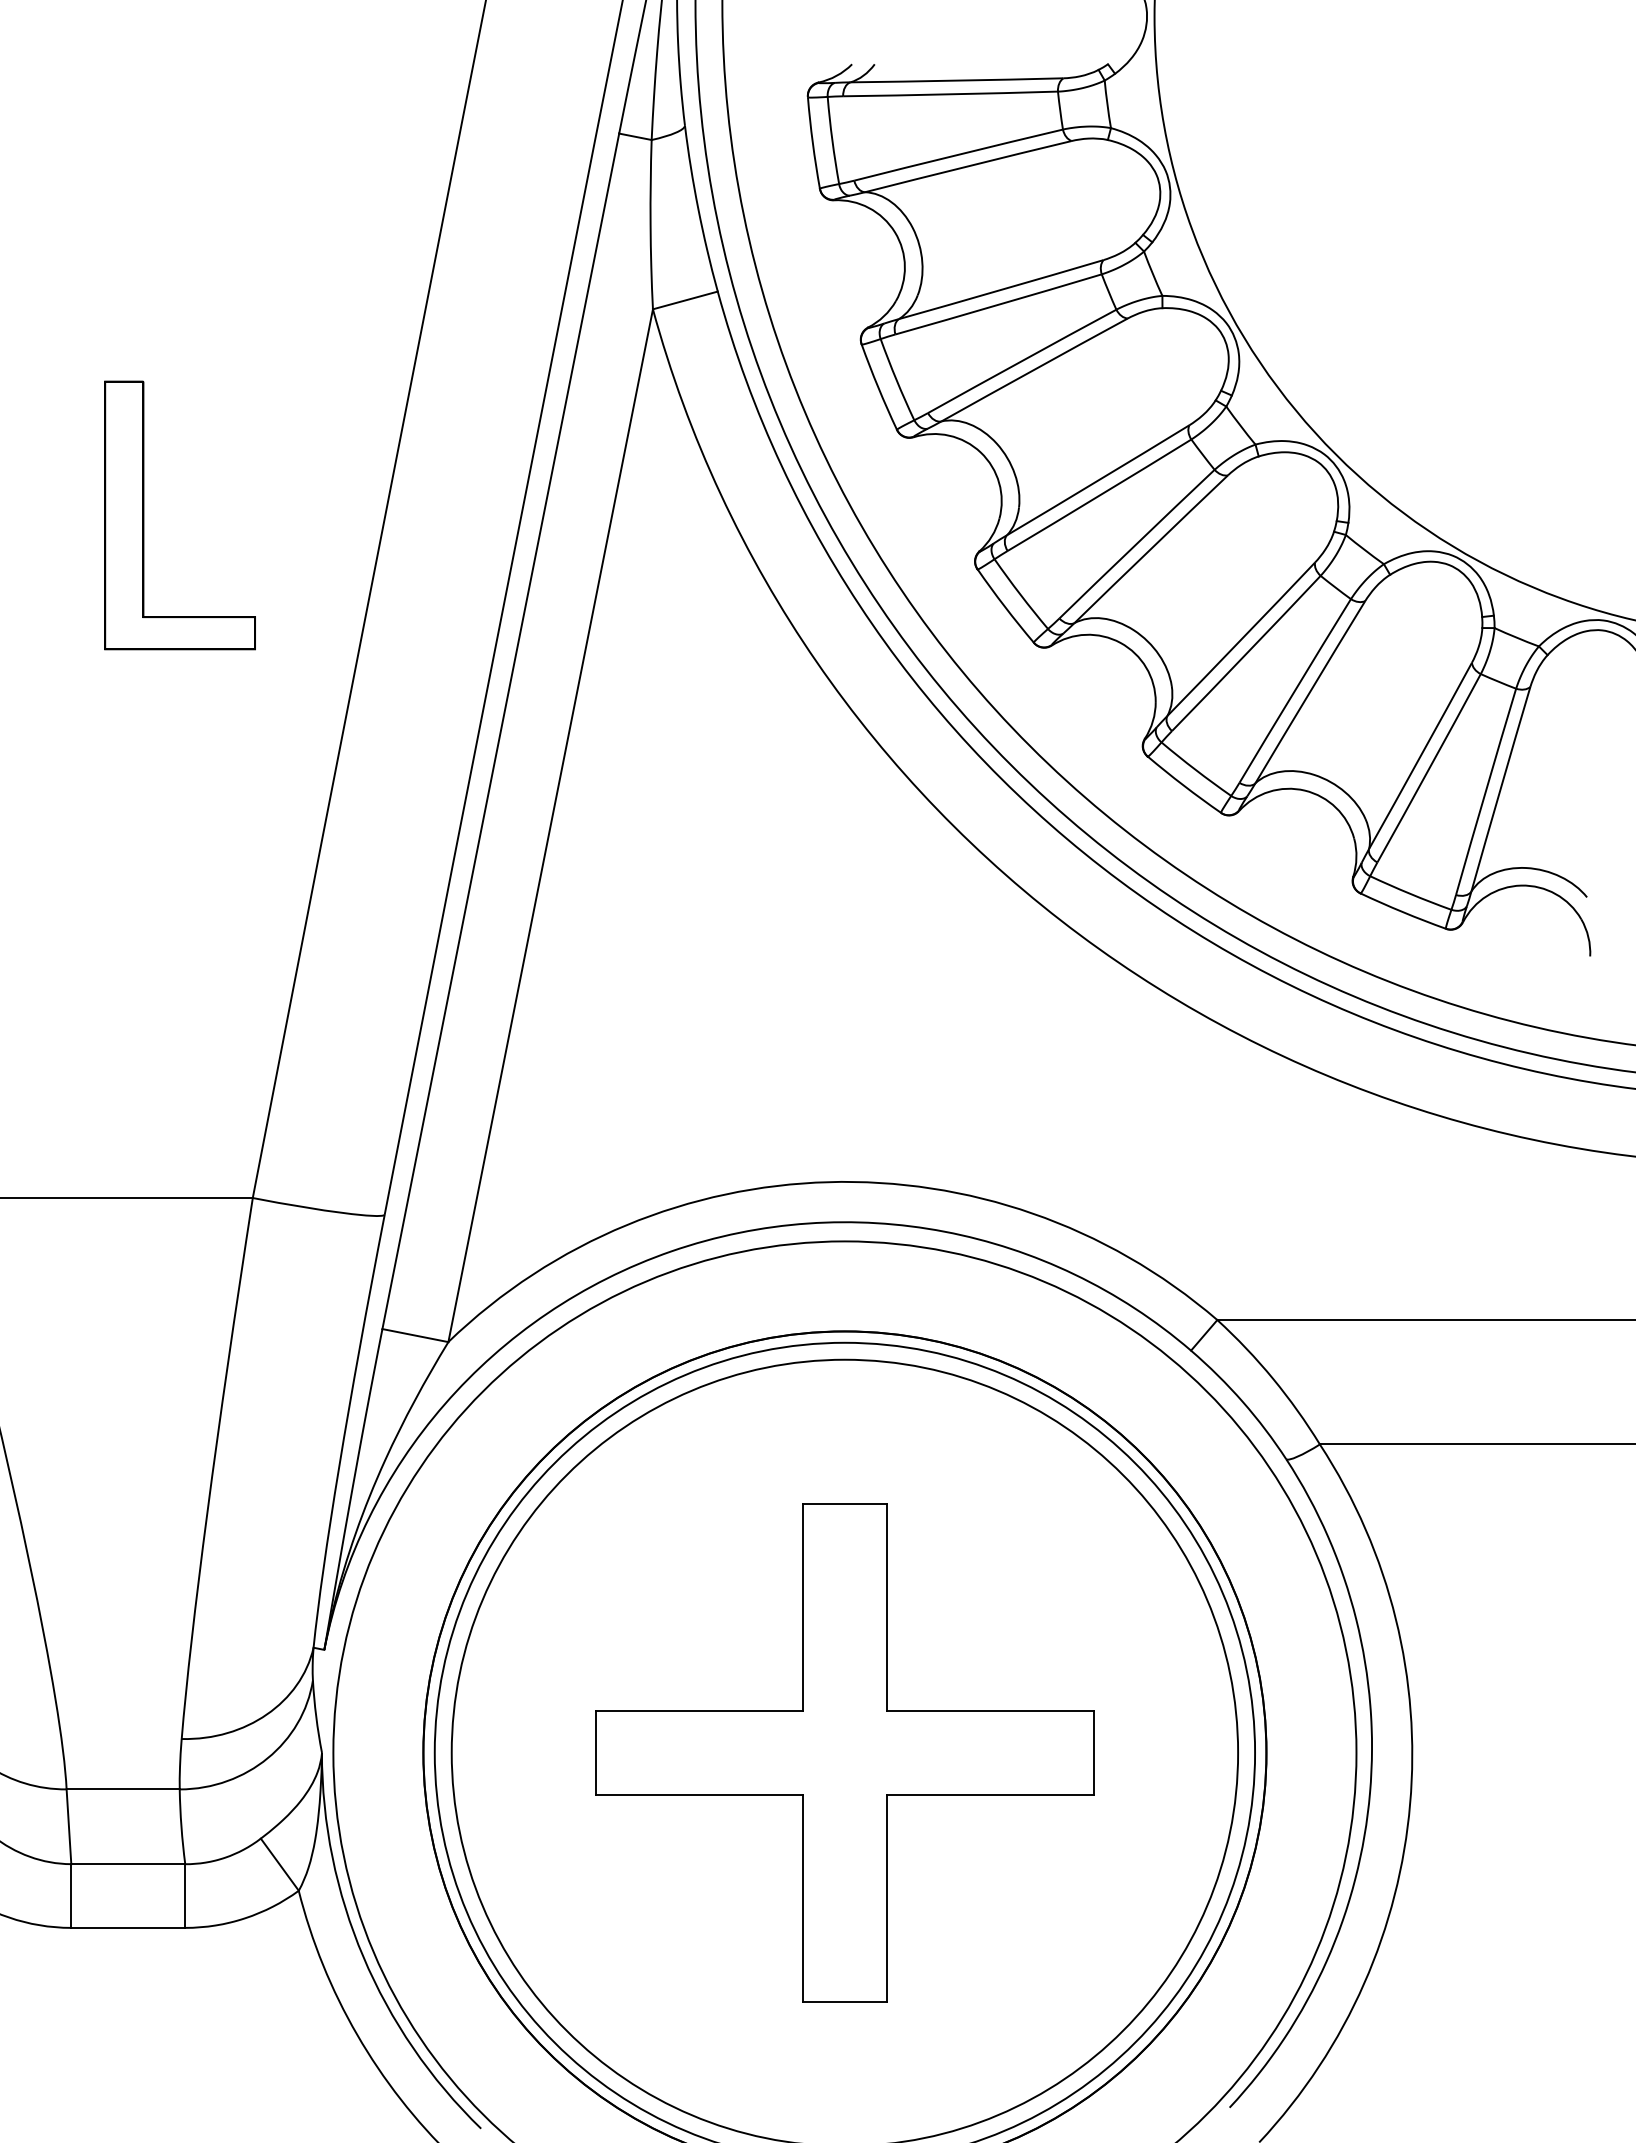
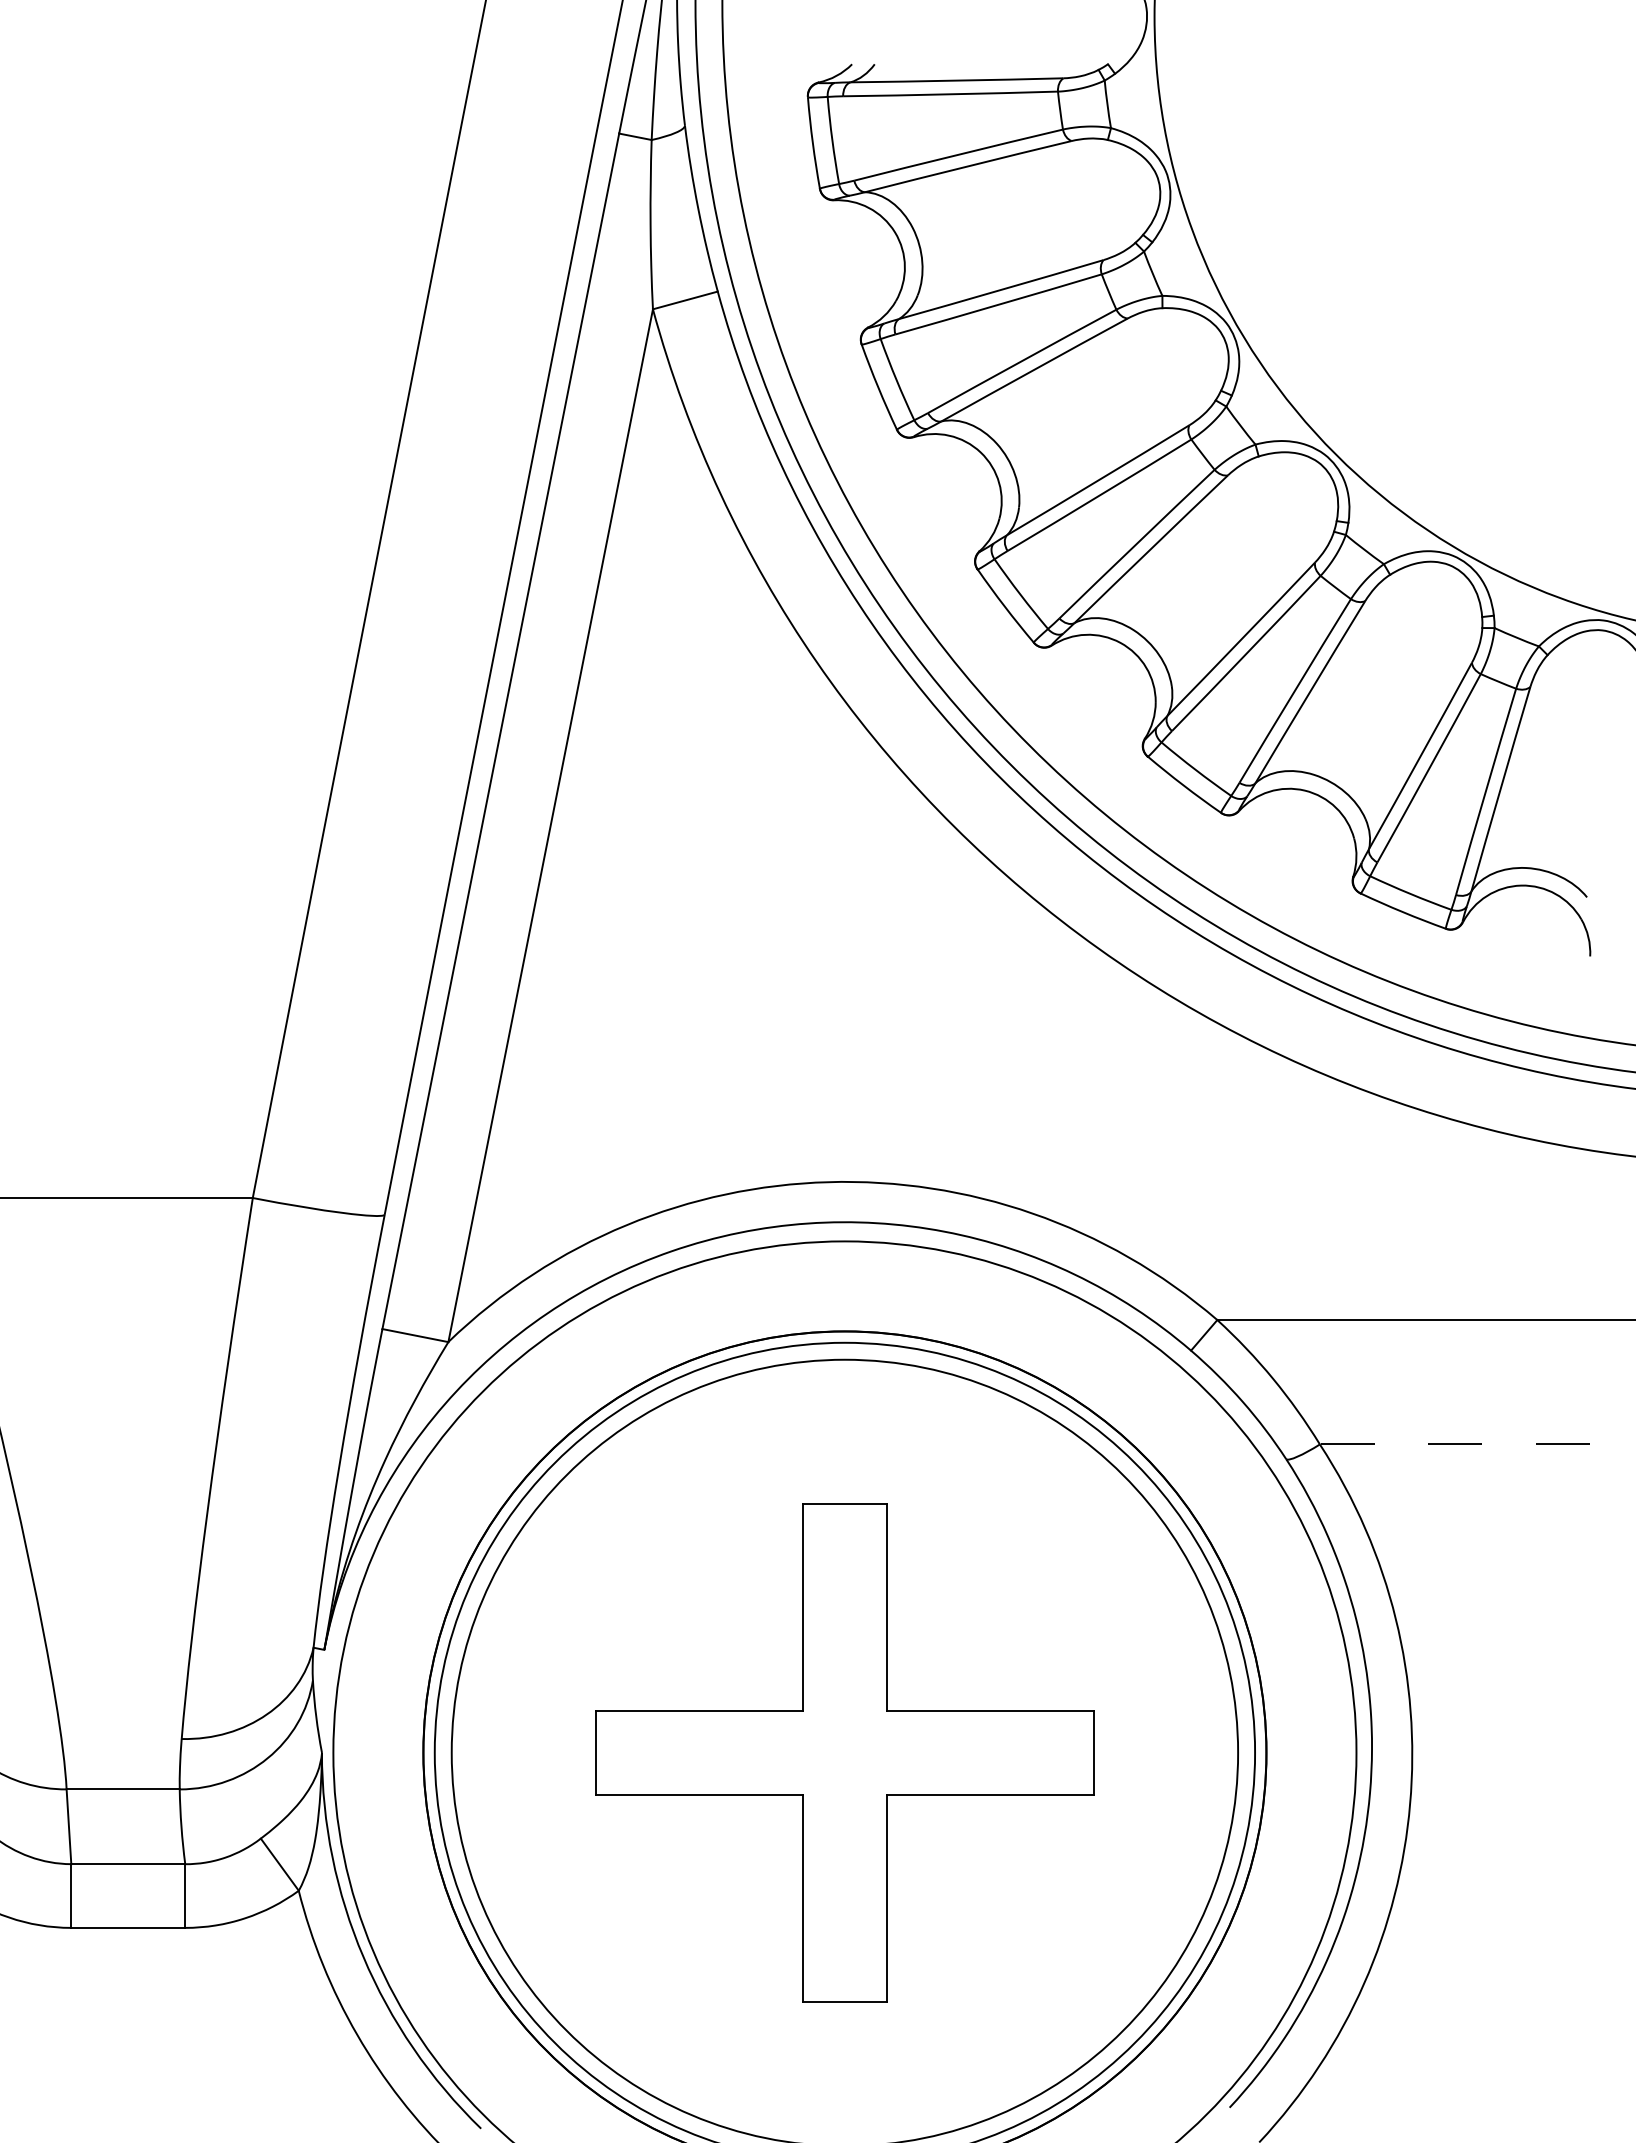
part at (144, 515): present -> none
line at (1477, 1444): solid -> dashed
